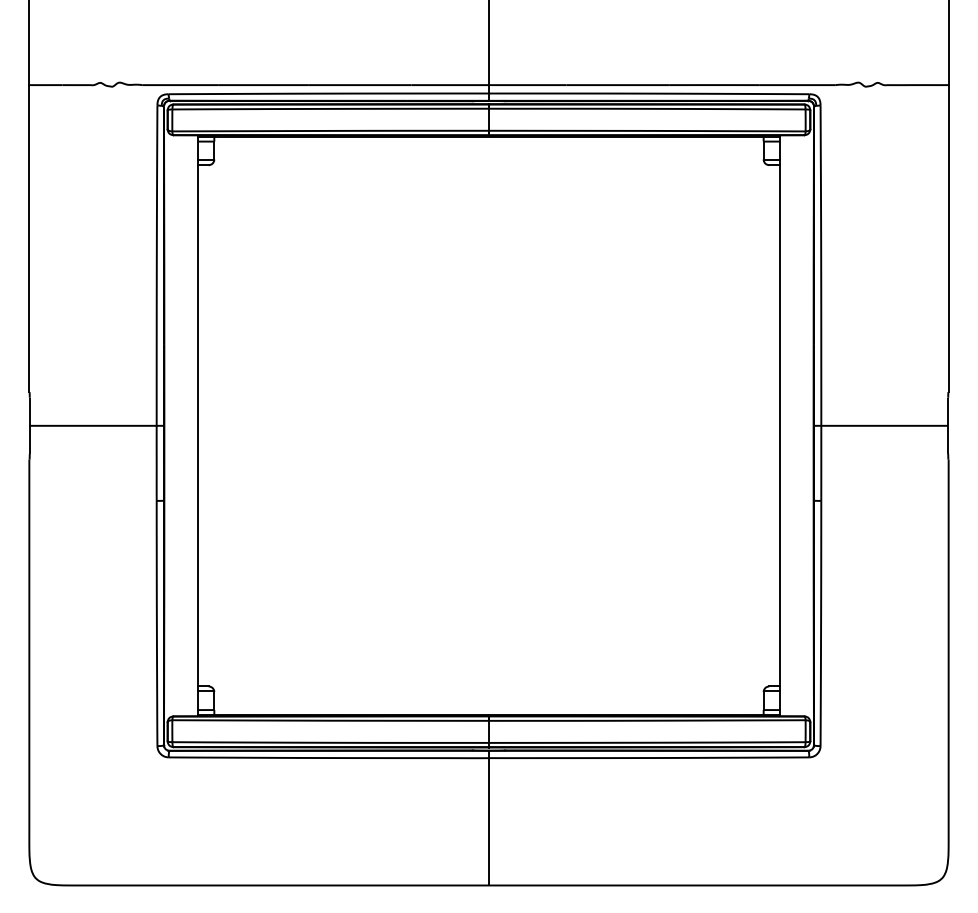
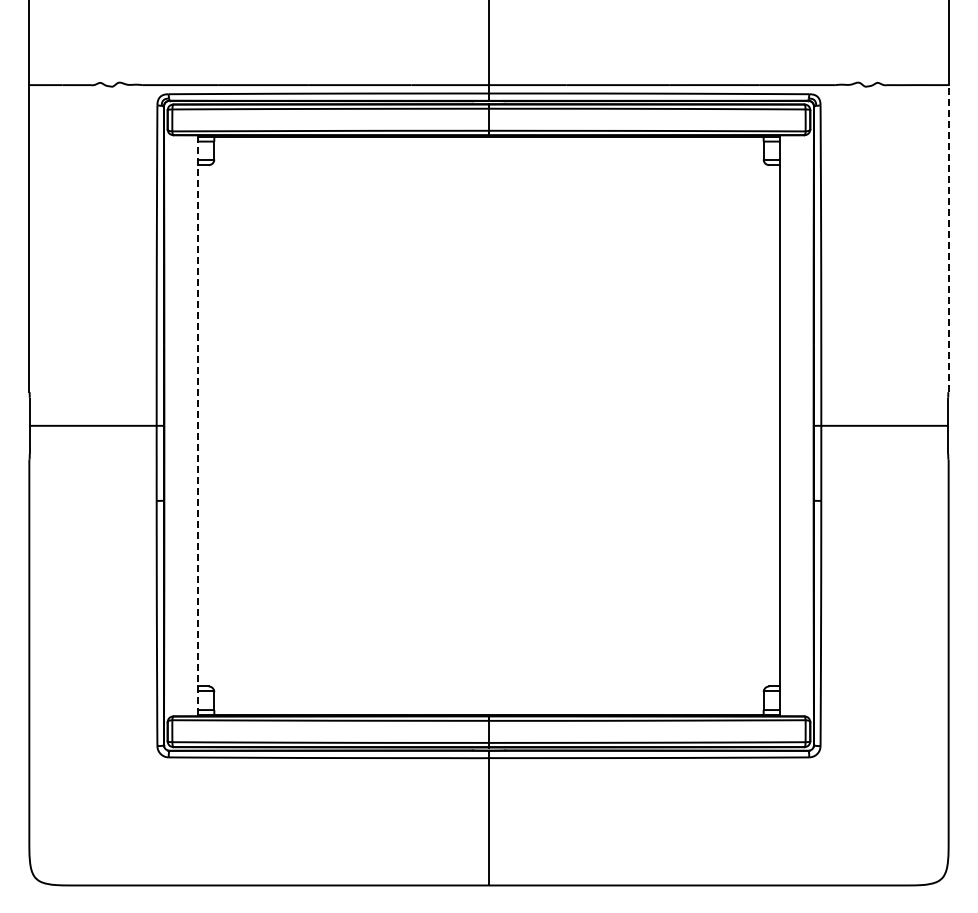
line at (948, 238): solid -> dashed
line at (198, 425): solid -> dashed
